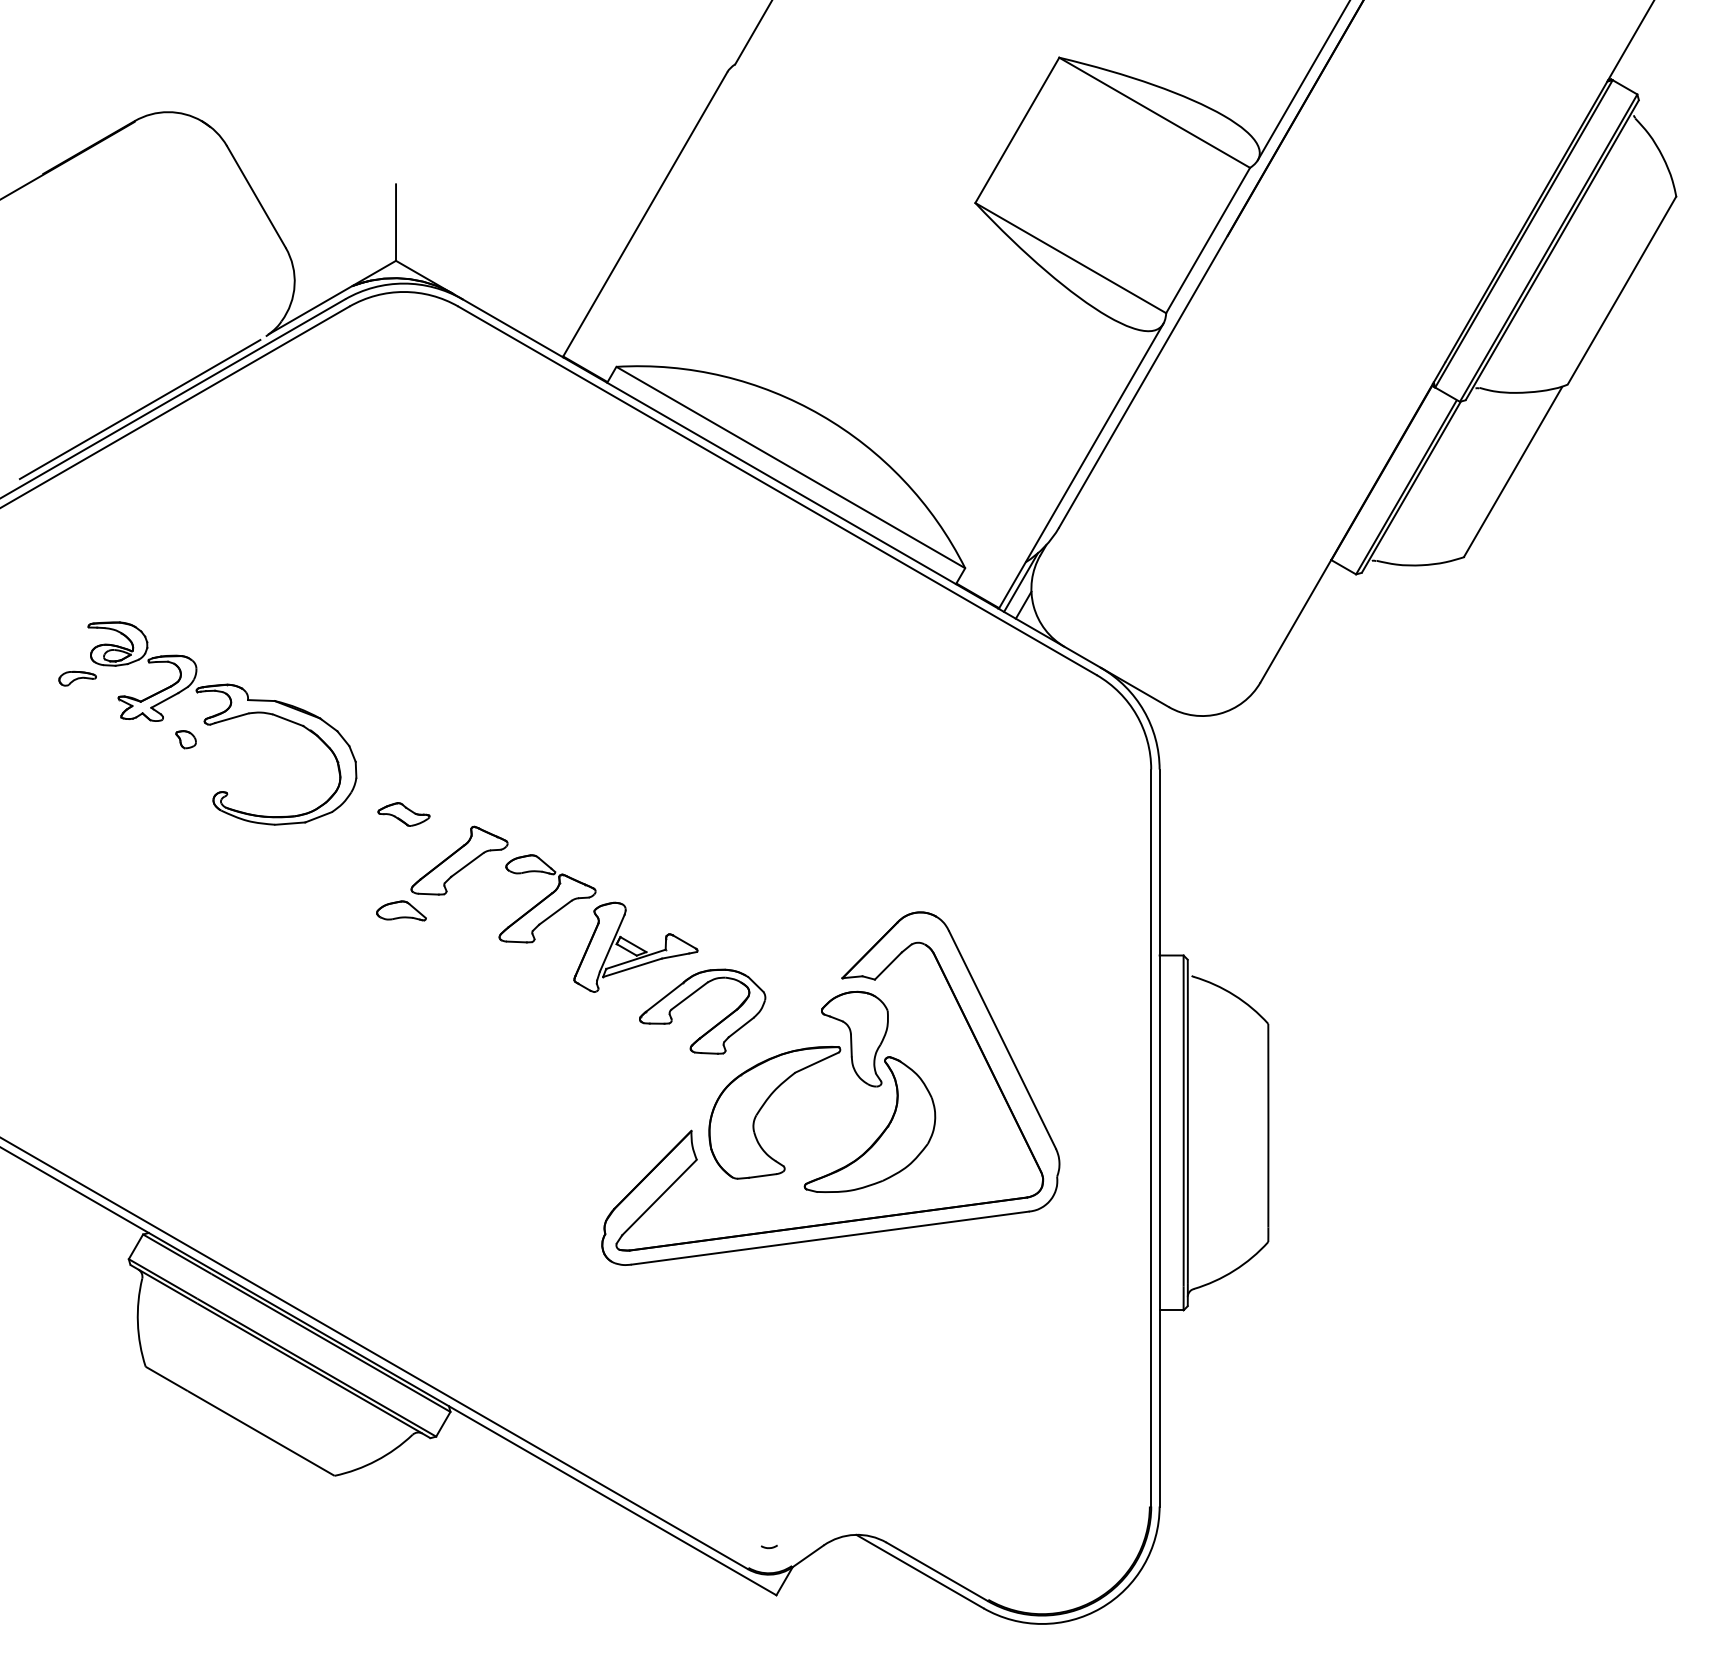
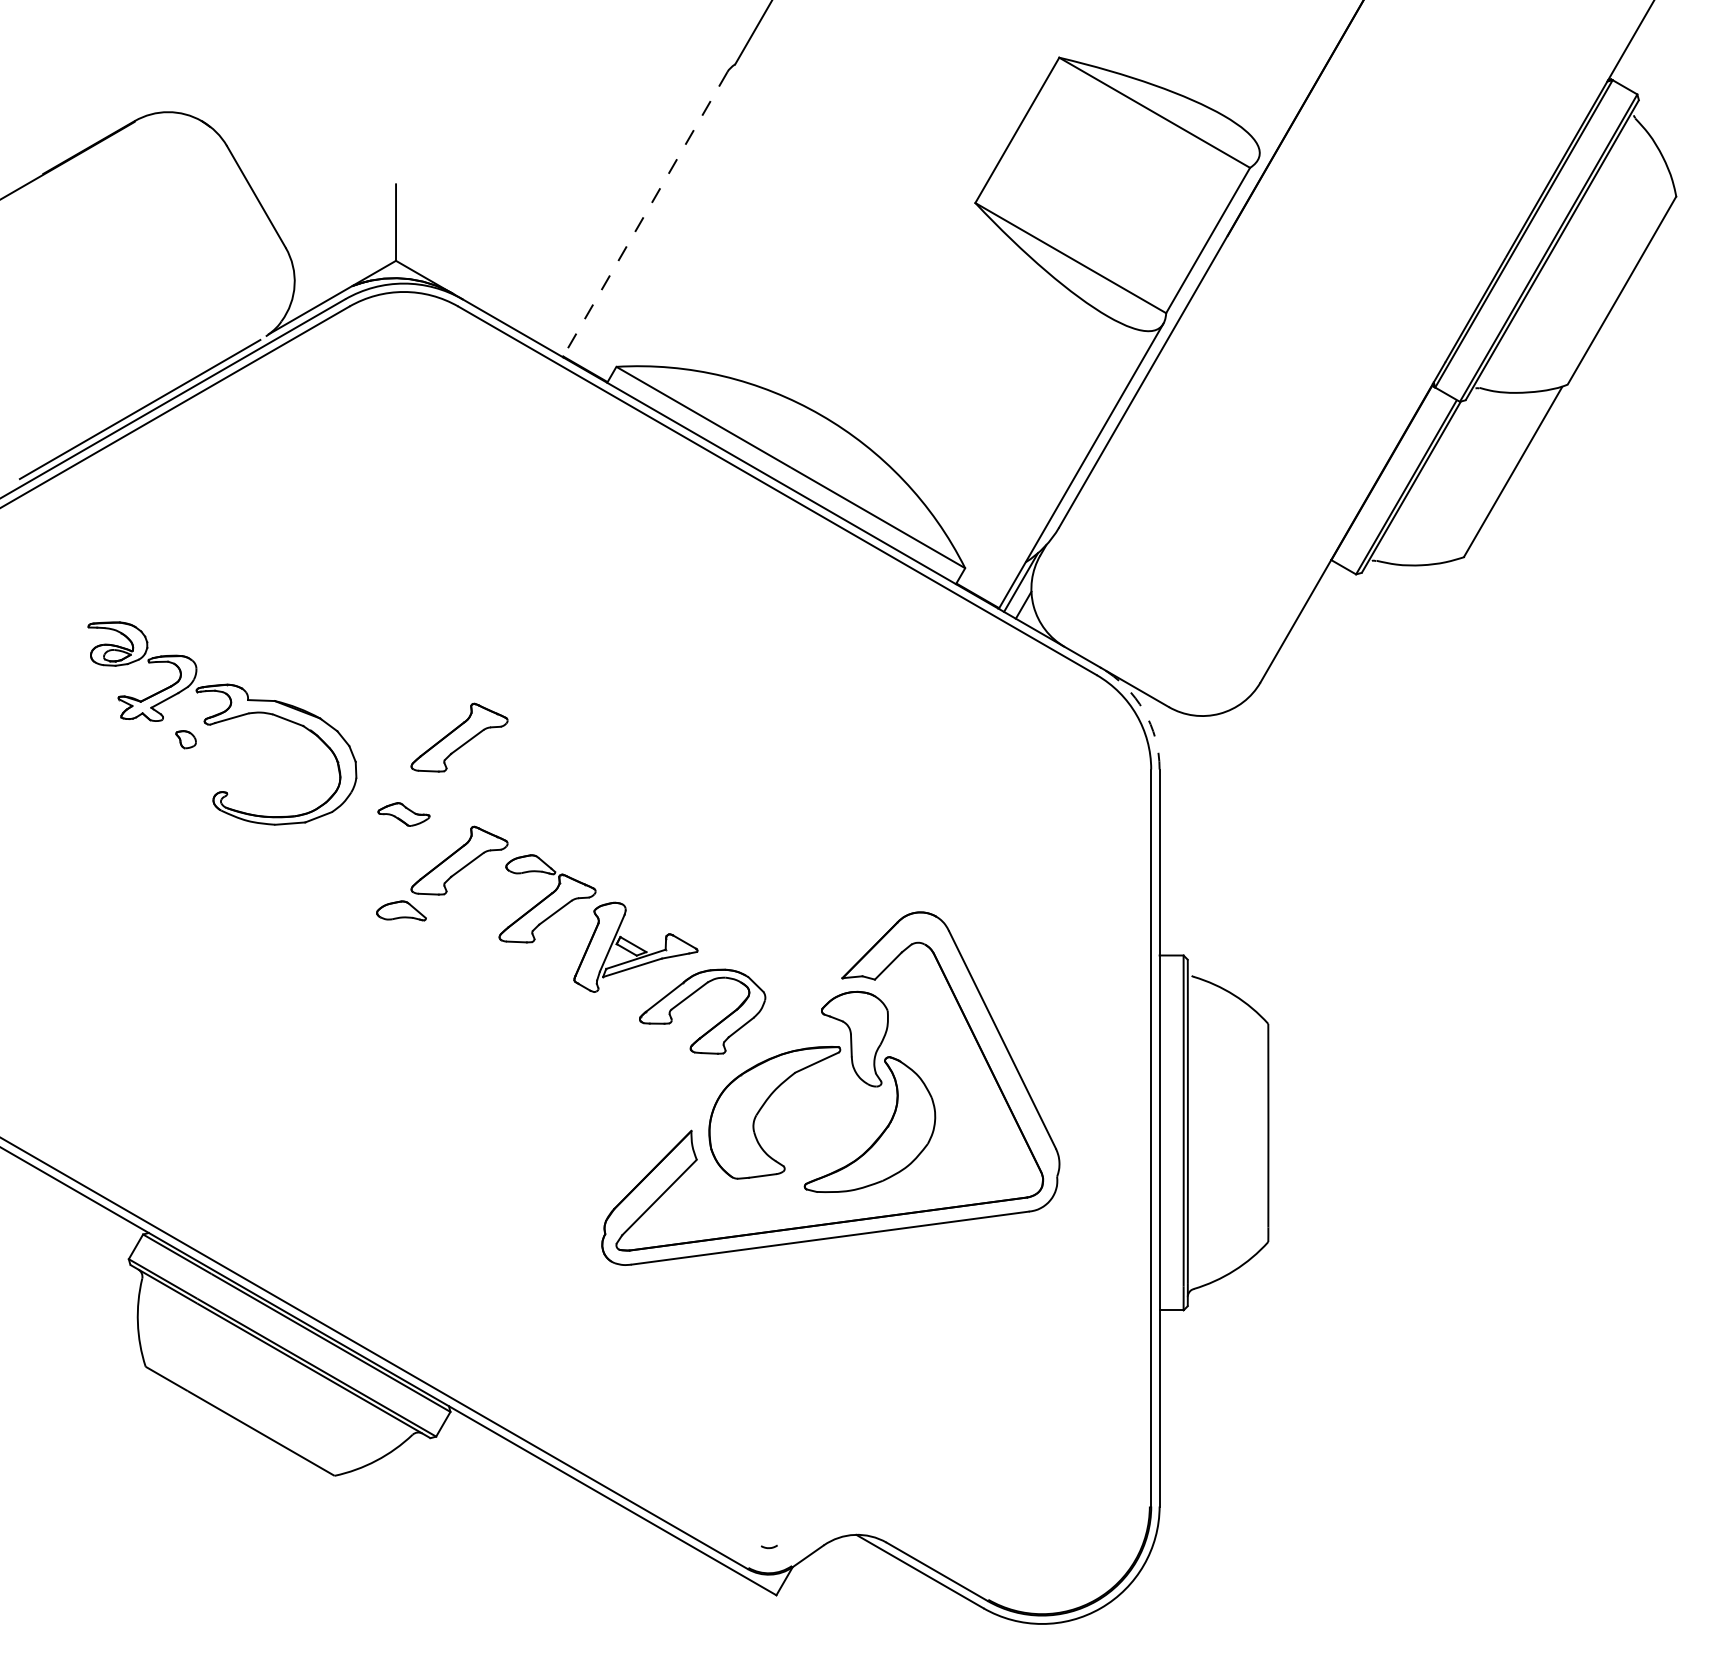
line at (1302, 81): present -> none
line at (645, 214): solid -> dashed
part at (77, 678): present -> none
arc at (1143, 710): solid -> dashed
part at (459, 737): none -> present
